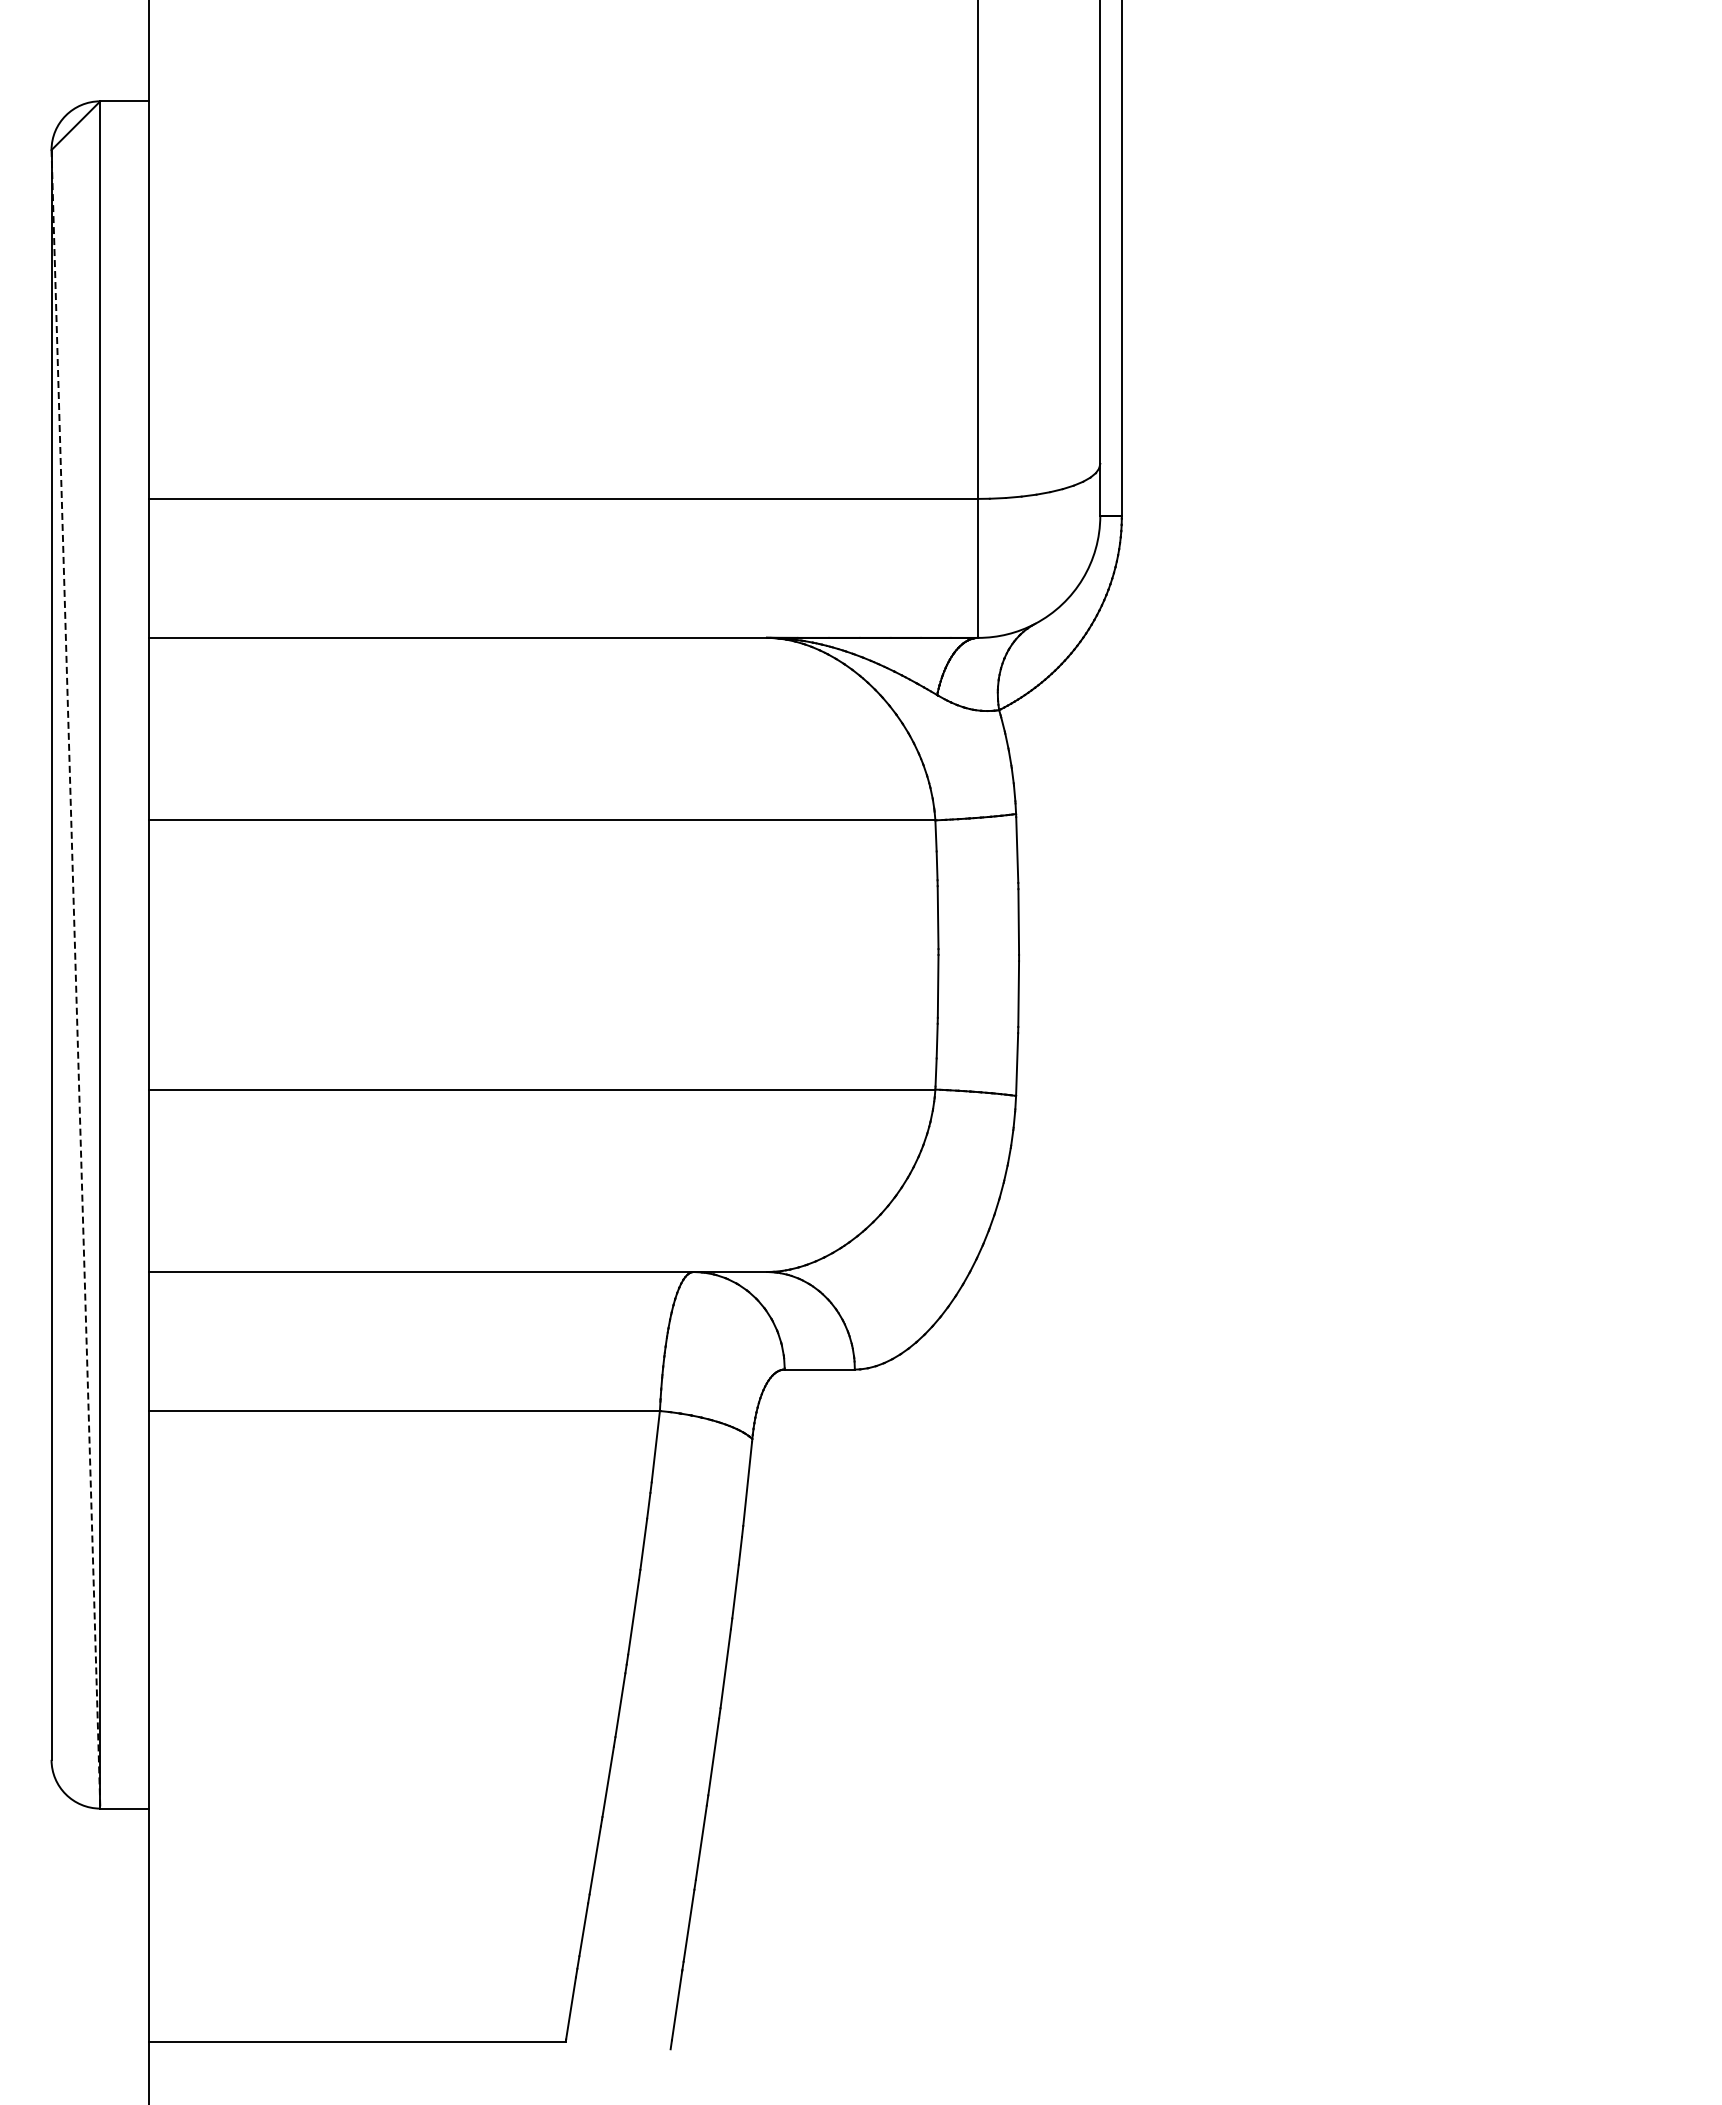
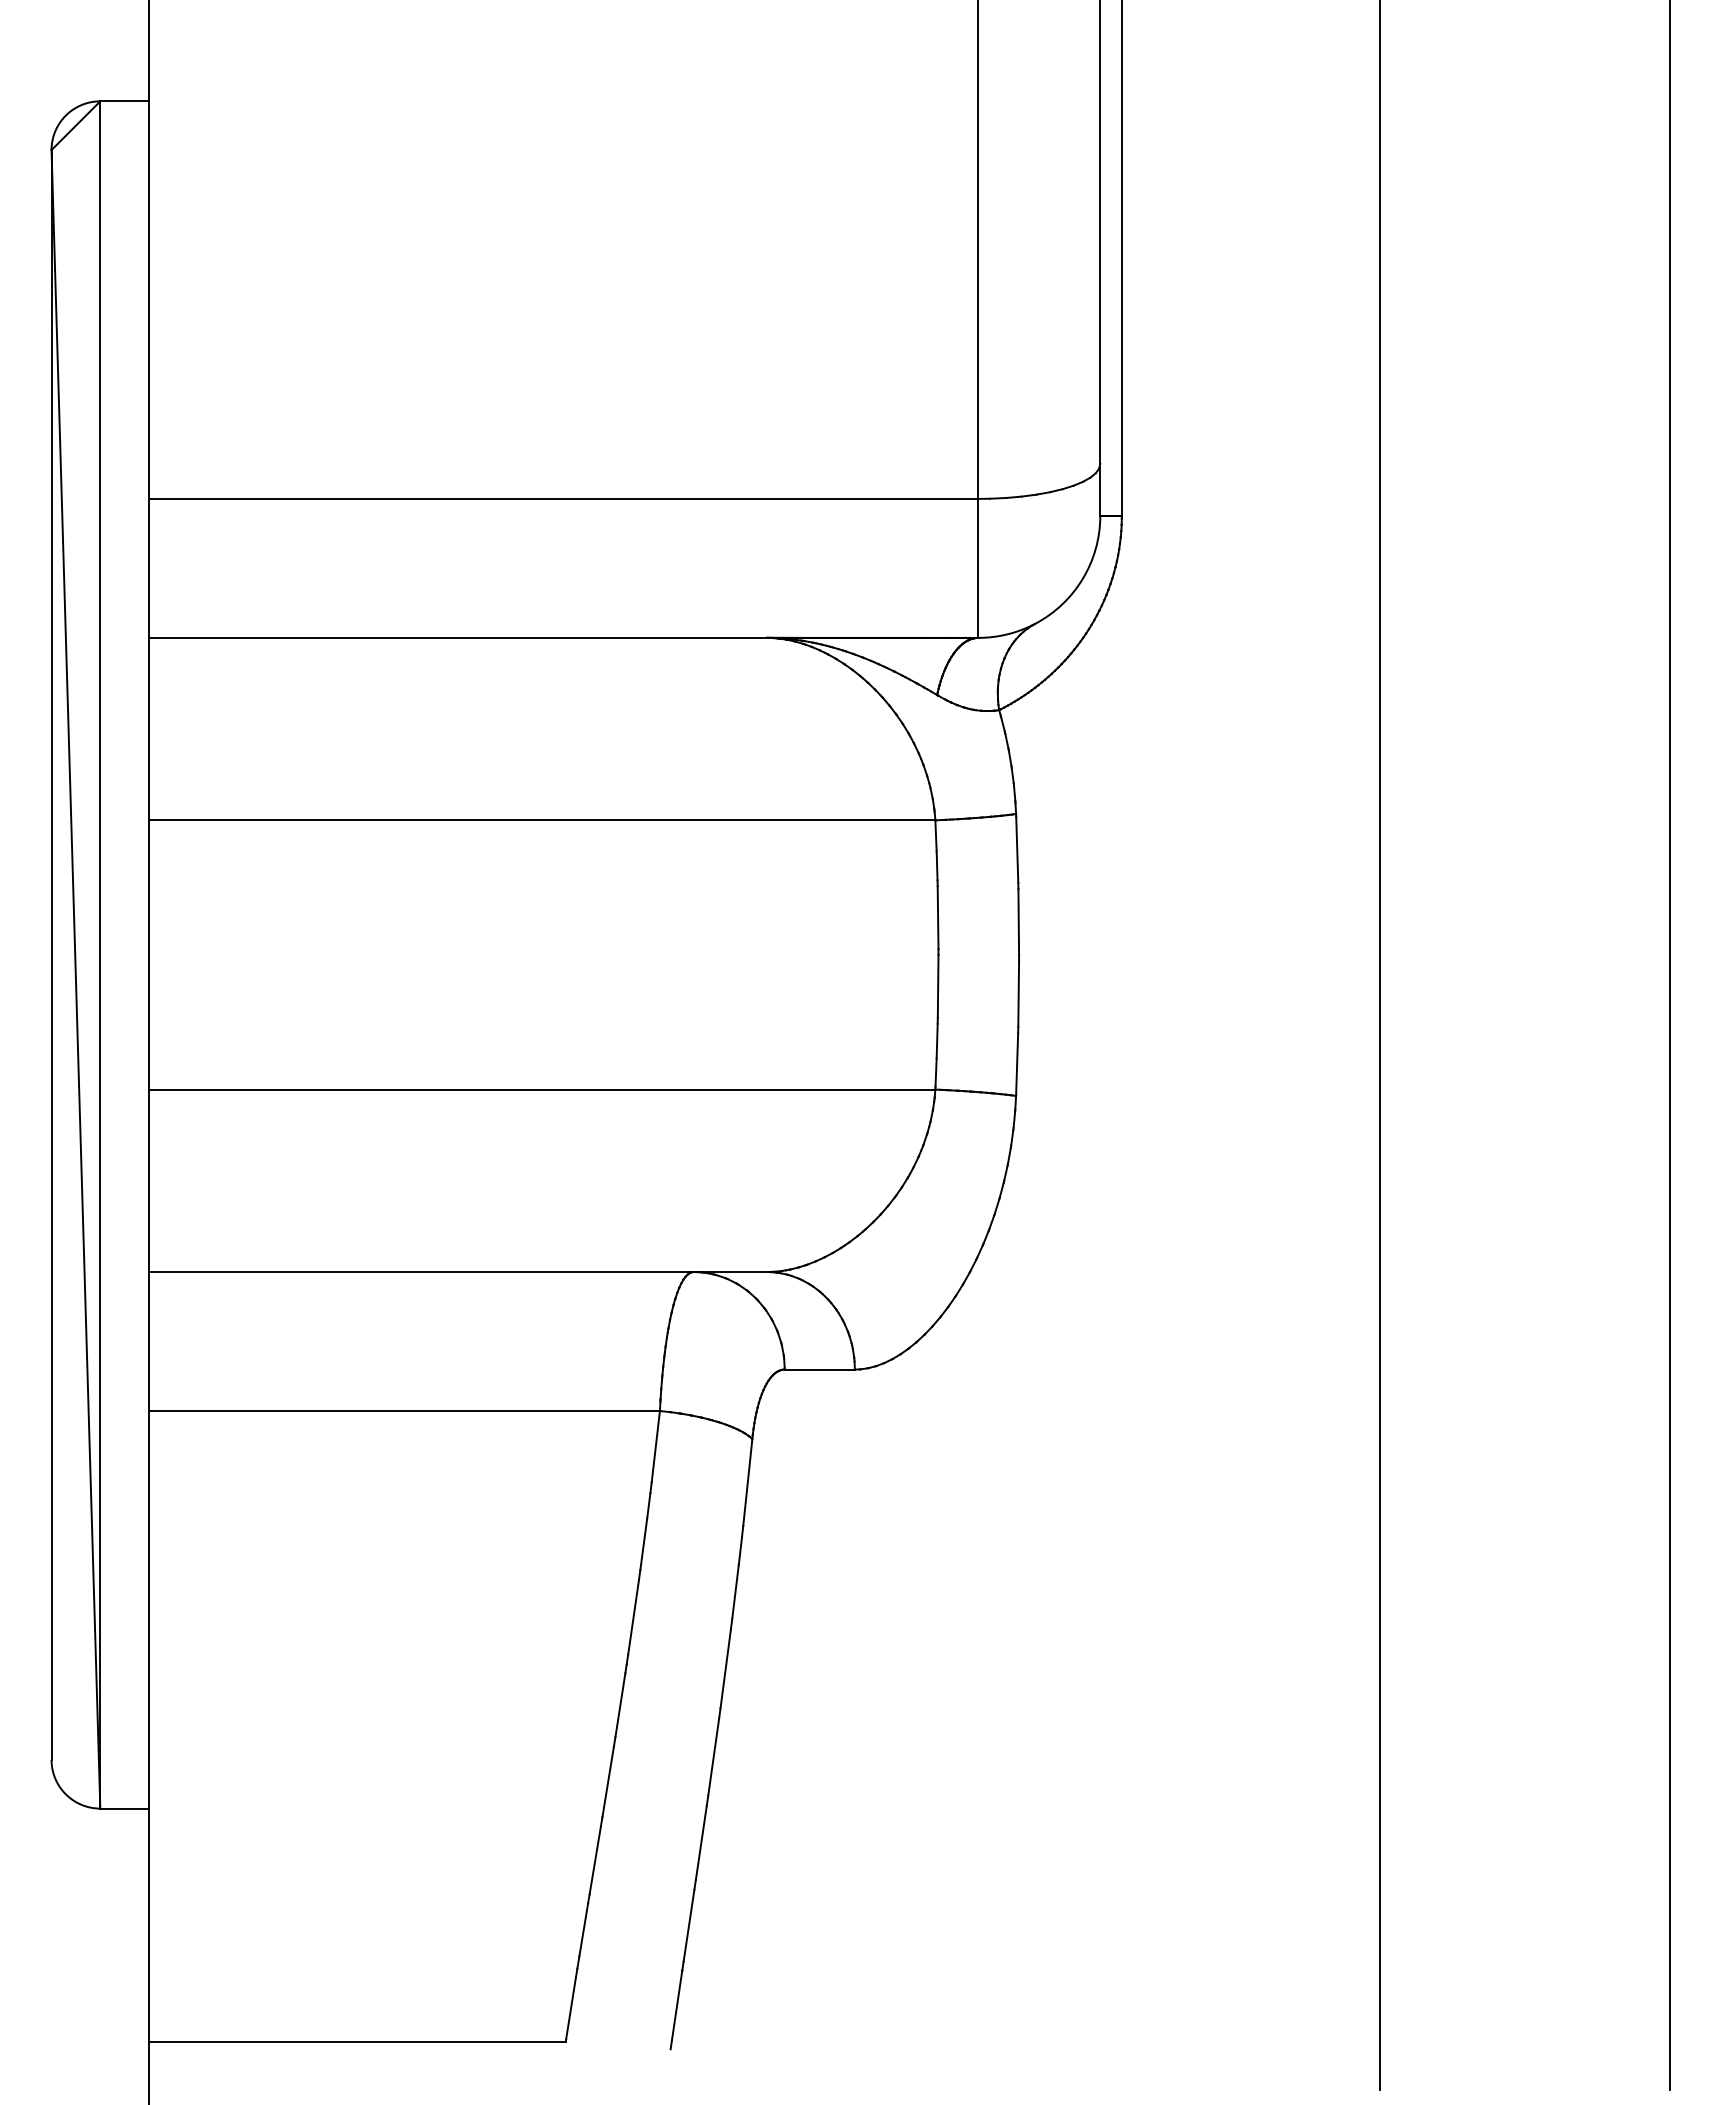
line at (75, 979): dashed -> solid
line at (1380, 1046): none -> present
line at (1670, 1046): none -> present
